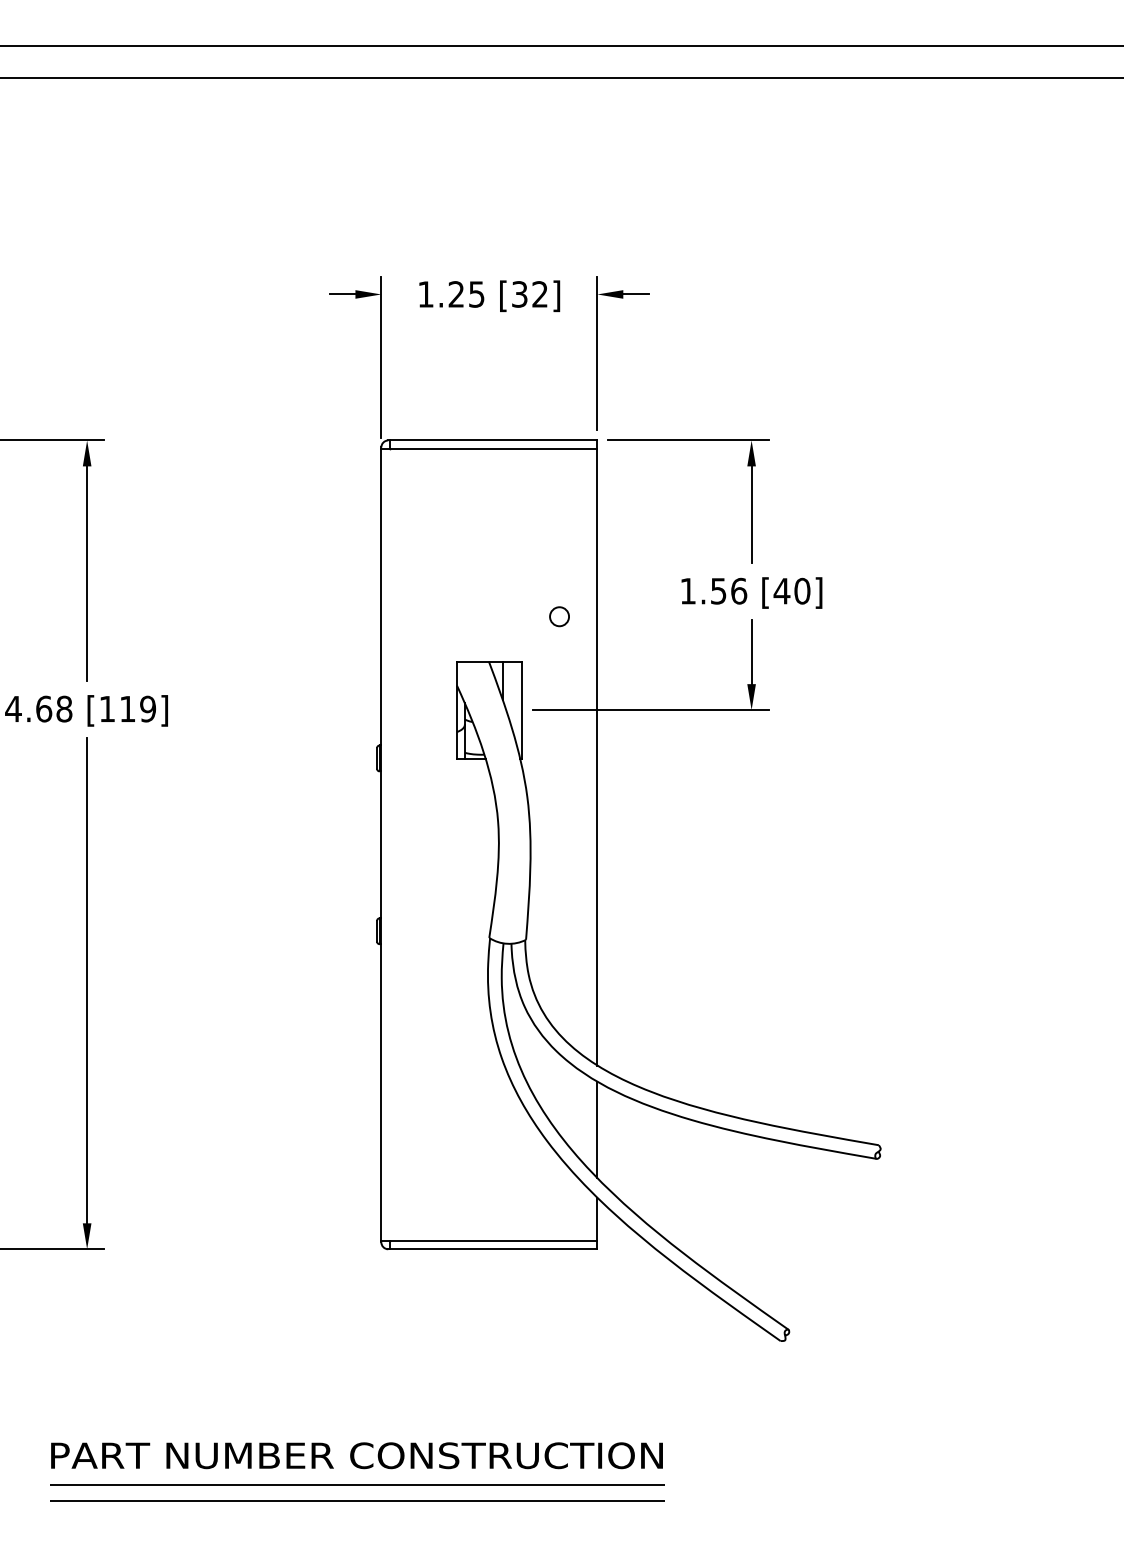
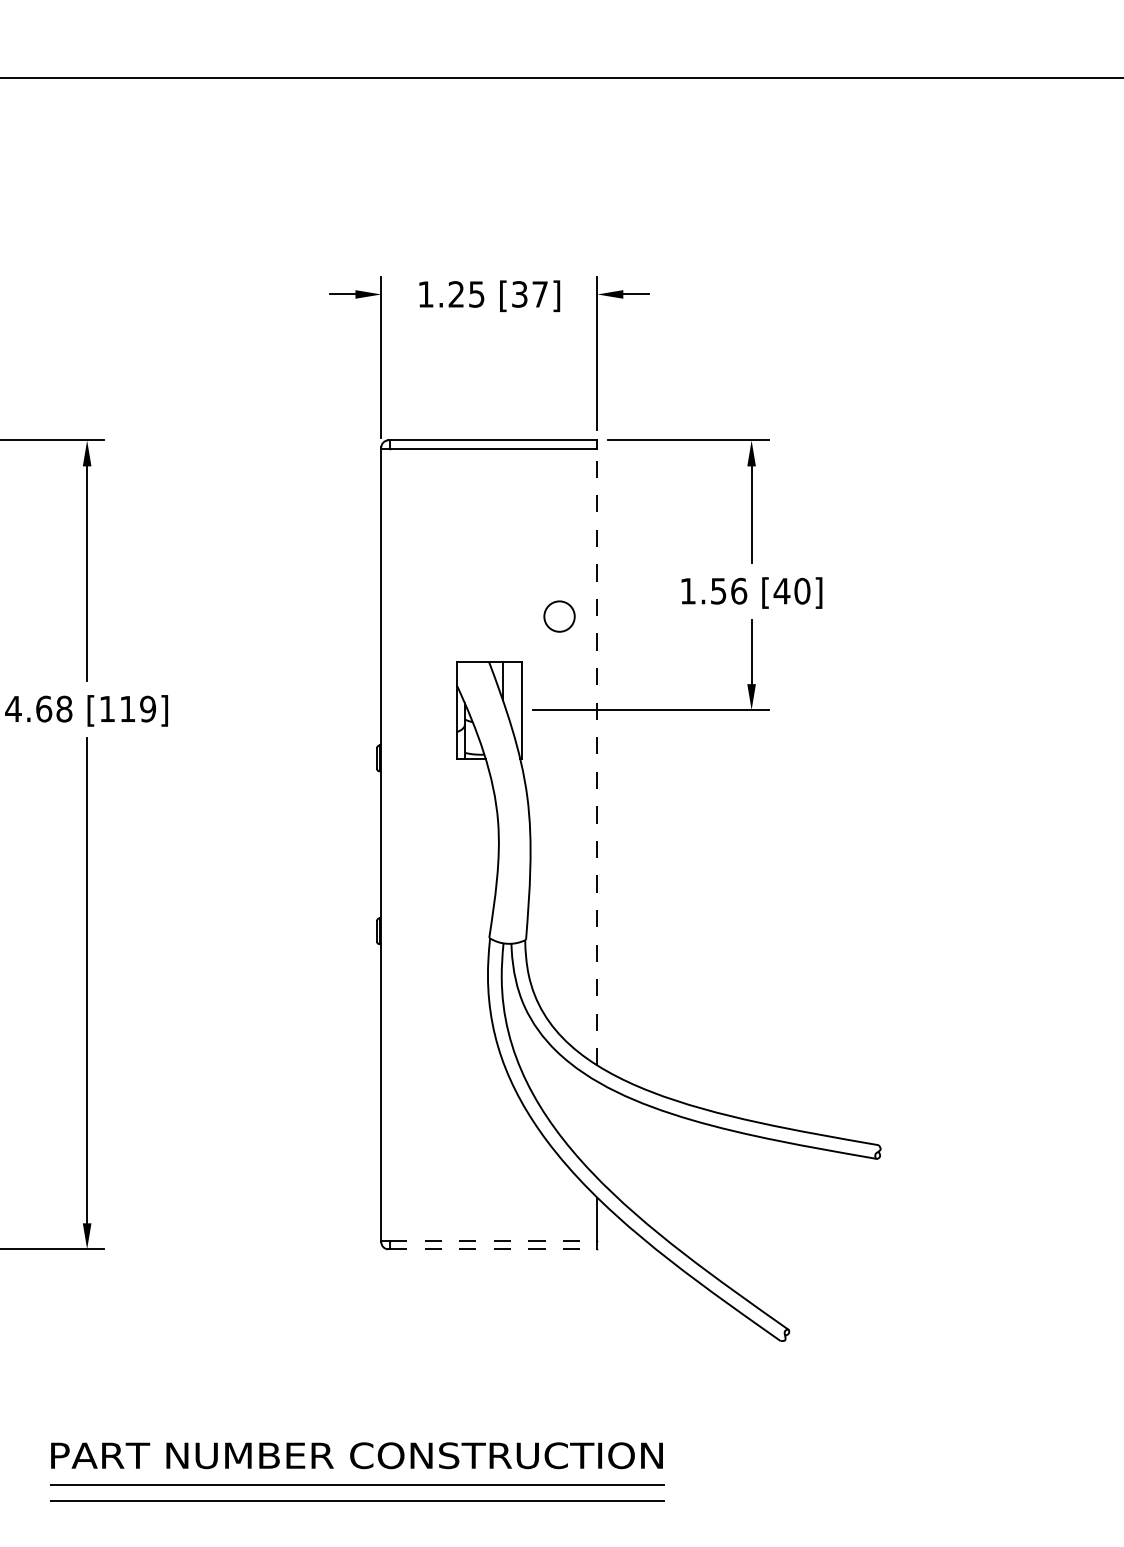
line at (561, 46): present -> none
text at (539, 294): [32] -> [37]
circle at (559, 616) size: 21x22 px -> 33x33 px
line at (597, 756): solid -> dashed
line at (597, 1129): present -> none
line at (493, 1240): solid -> dashed
line at (493, 1249): solid -> dashed
